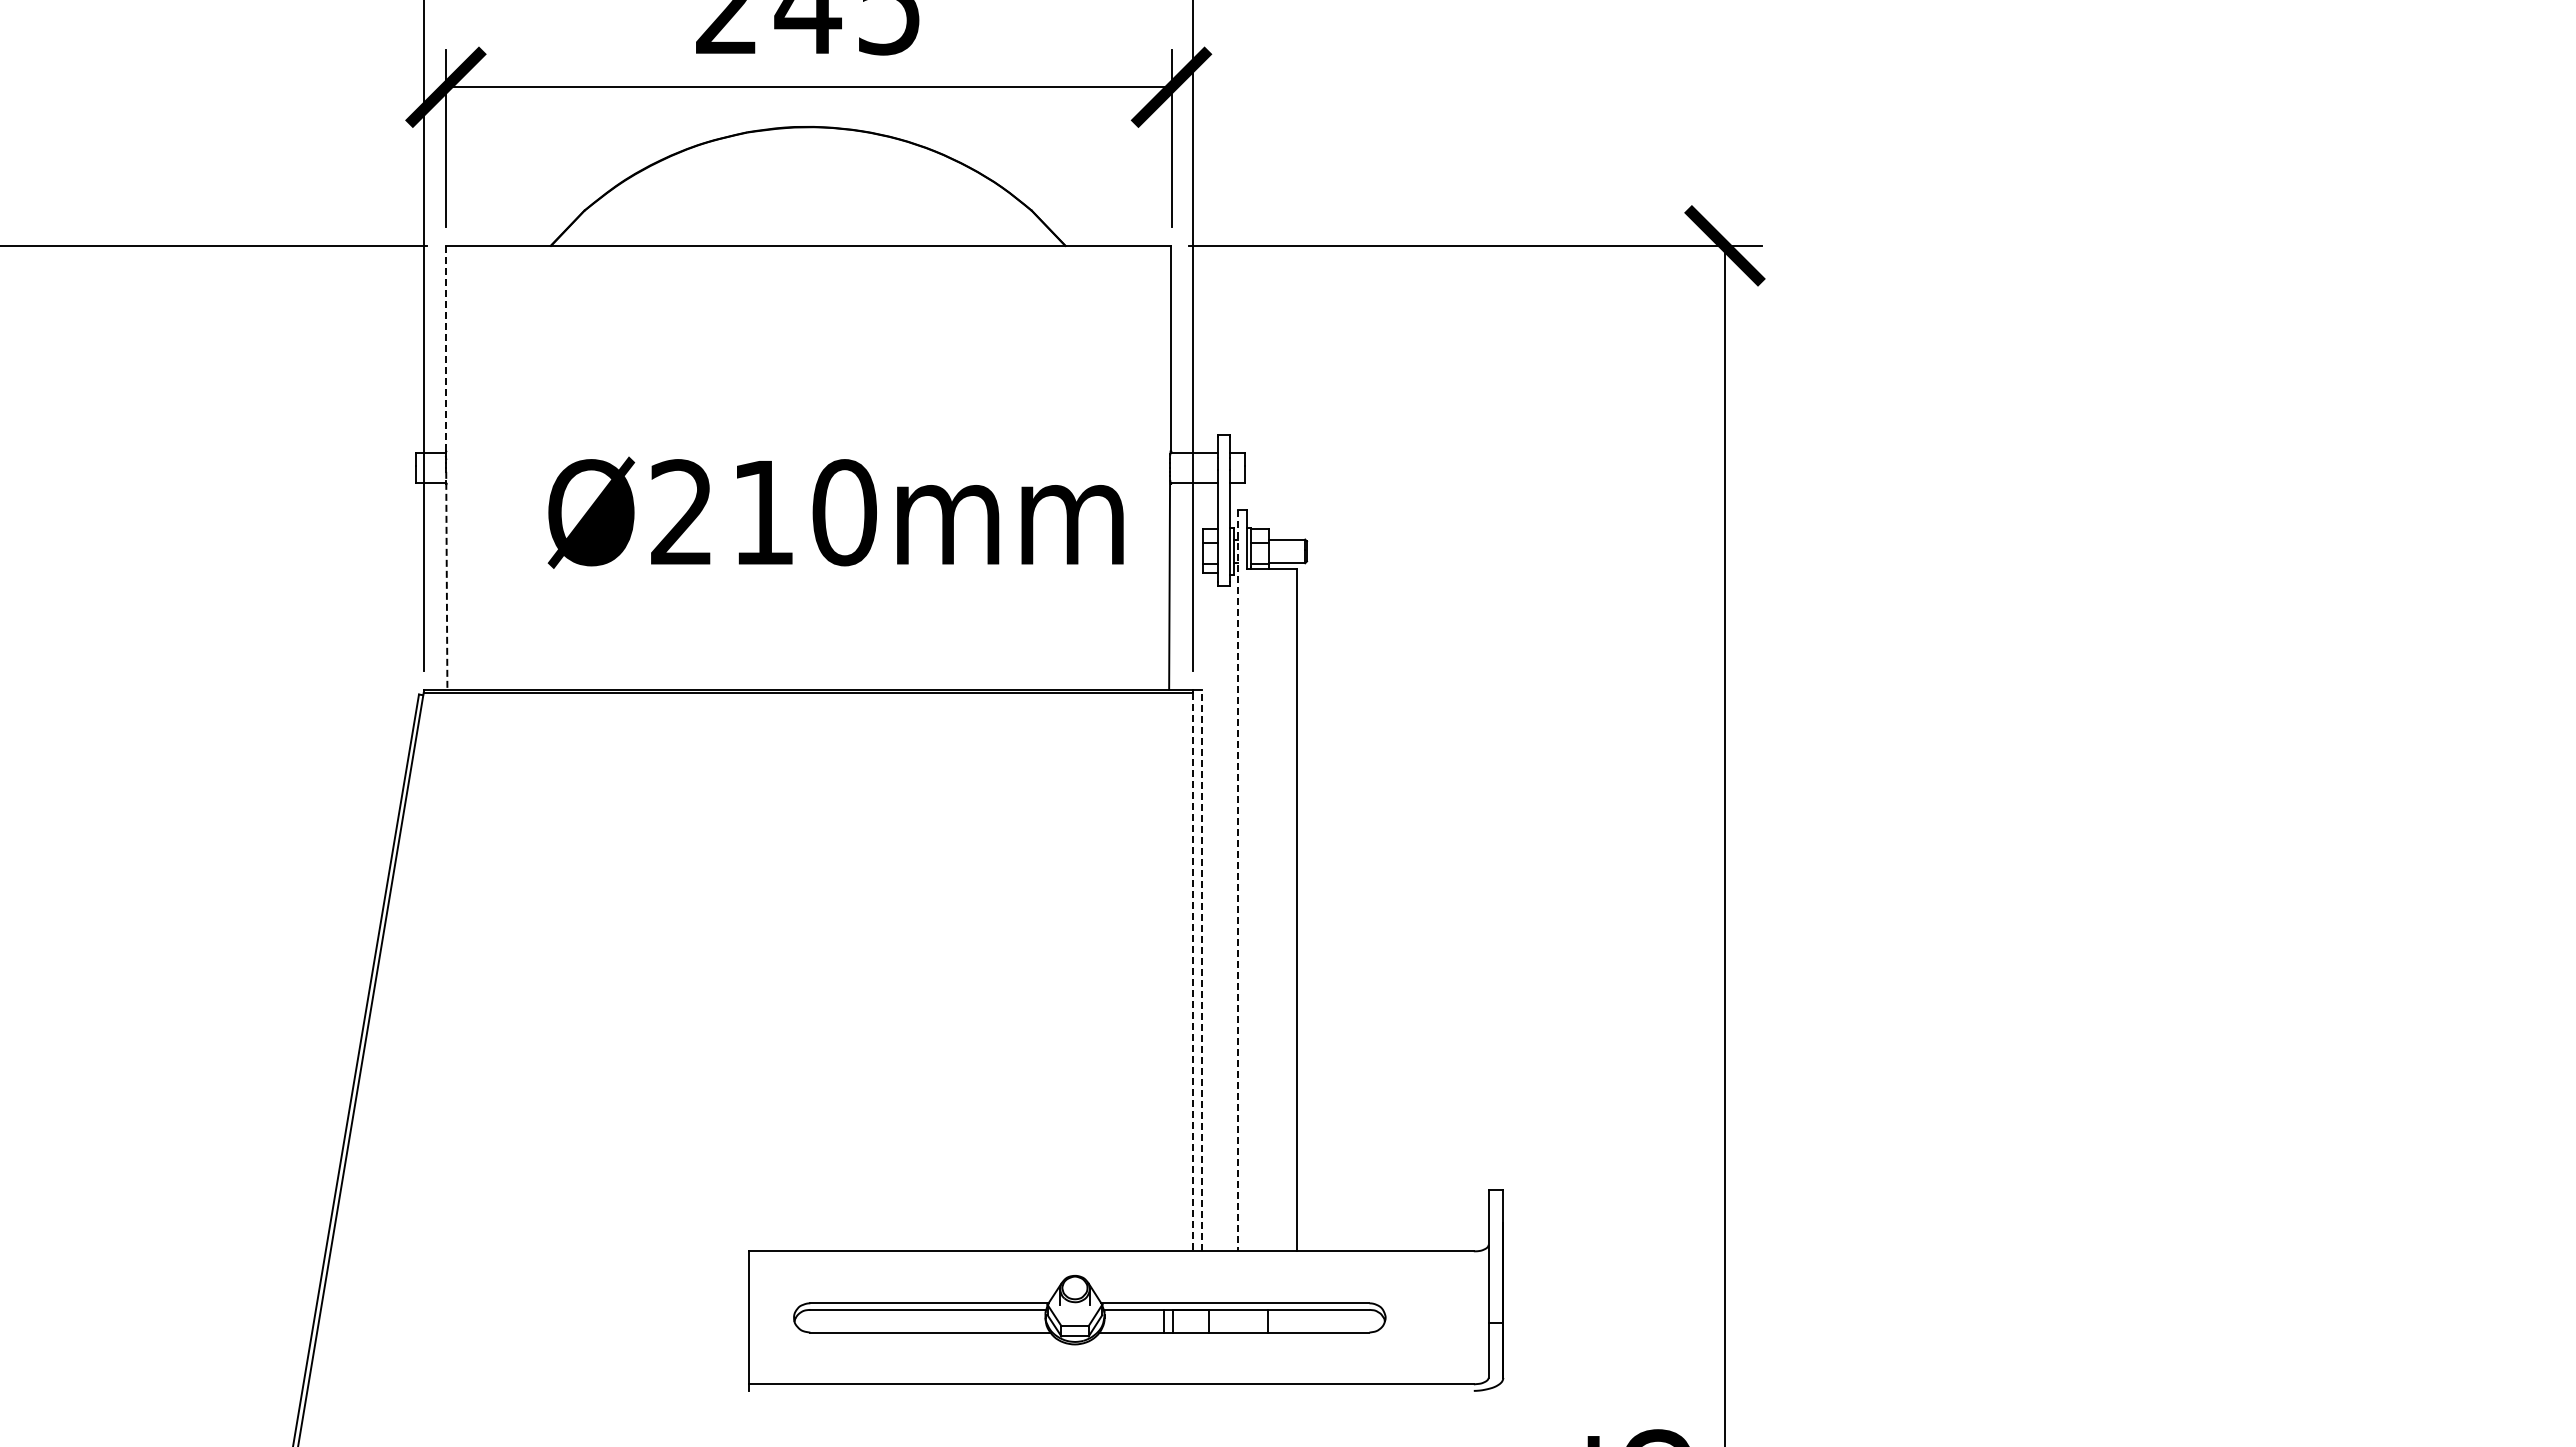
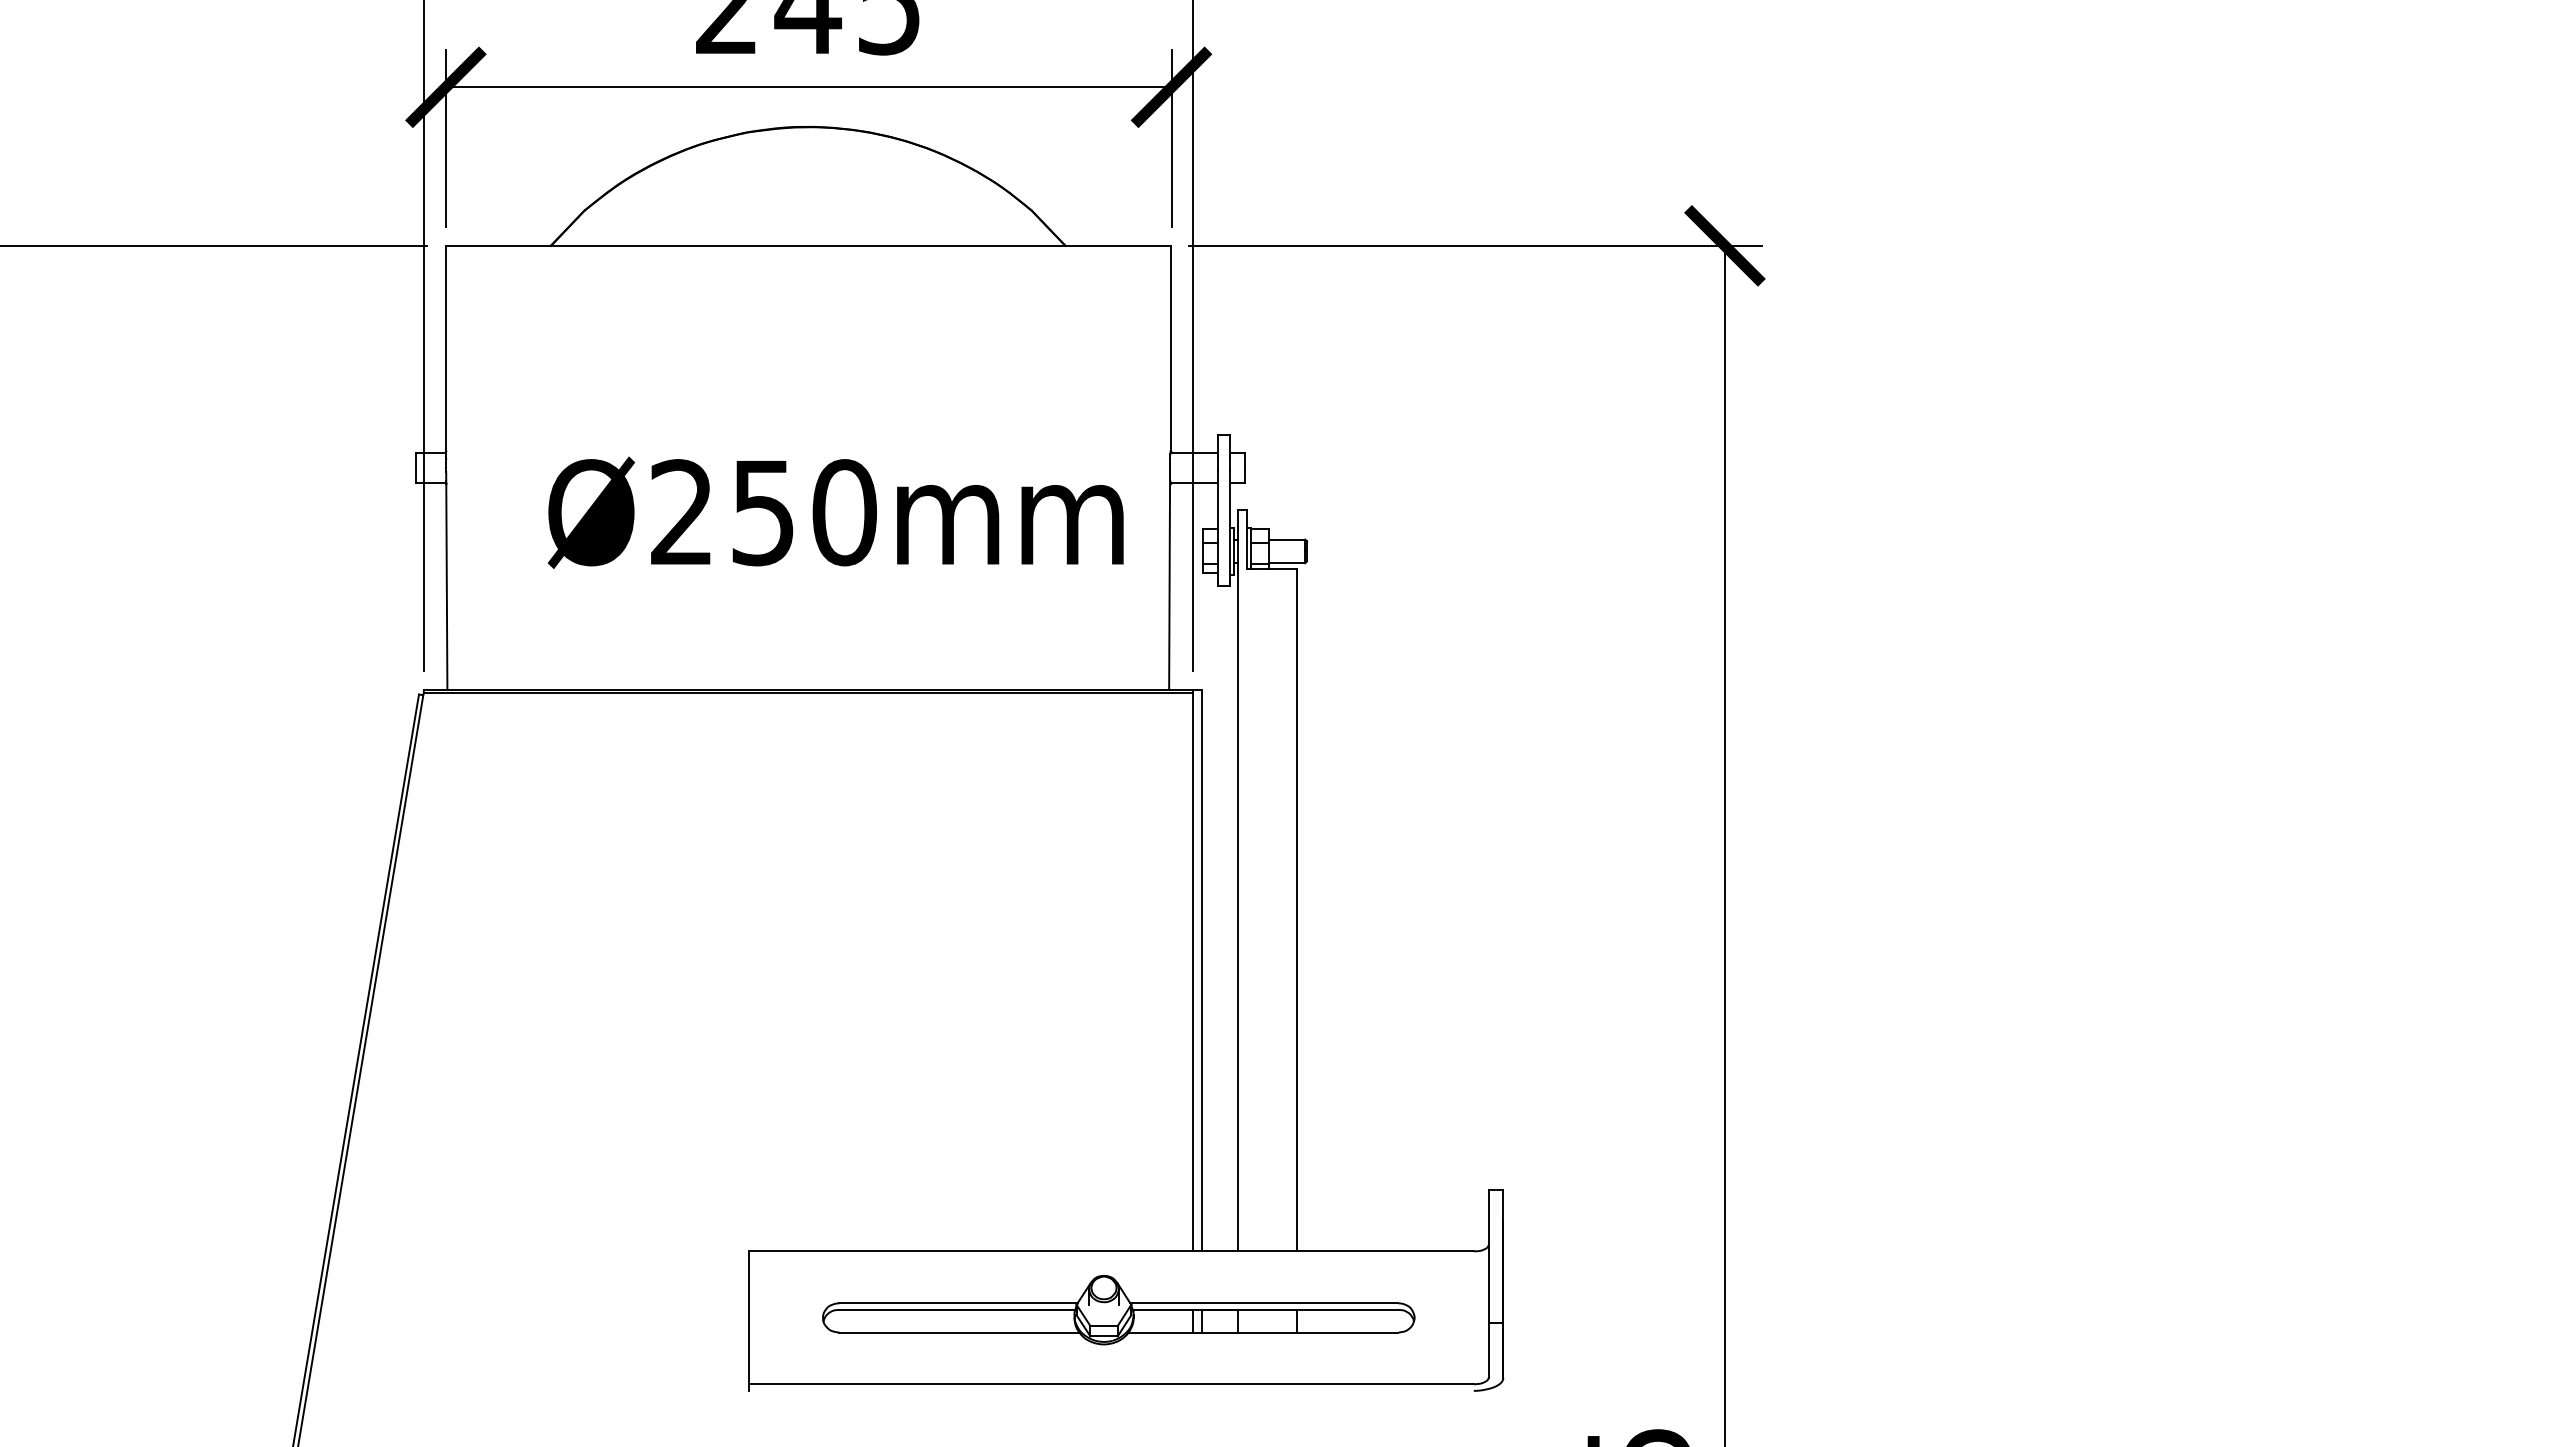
line at (445, 348): dashed -> solid
text at (762, 513): Ø210mm -> Ø250mm
line at (446, 580): dashed -> solid
line at (1237, 880): dashed -> solid
line at (1201, 970): dashed -> solid
line at (1192, 972): dashed -> solid
part at (1089, 1310) position: (1089, 1310) -> (1118, 1310)
